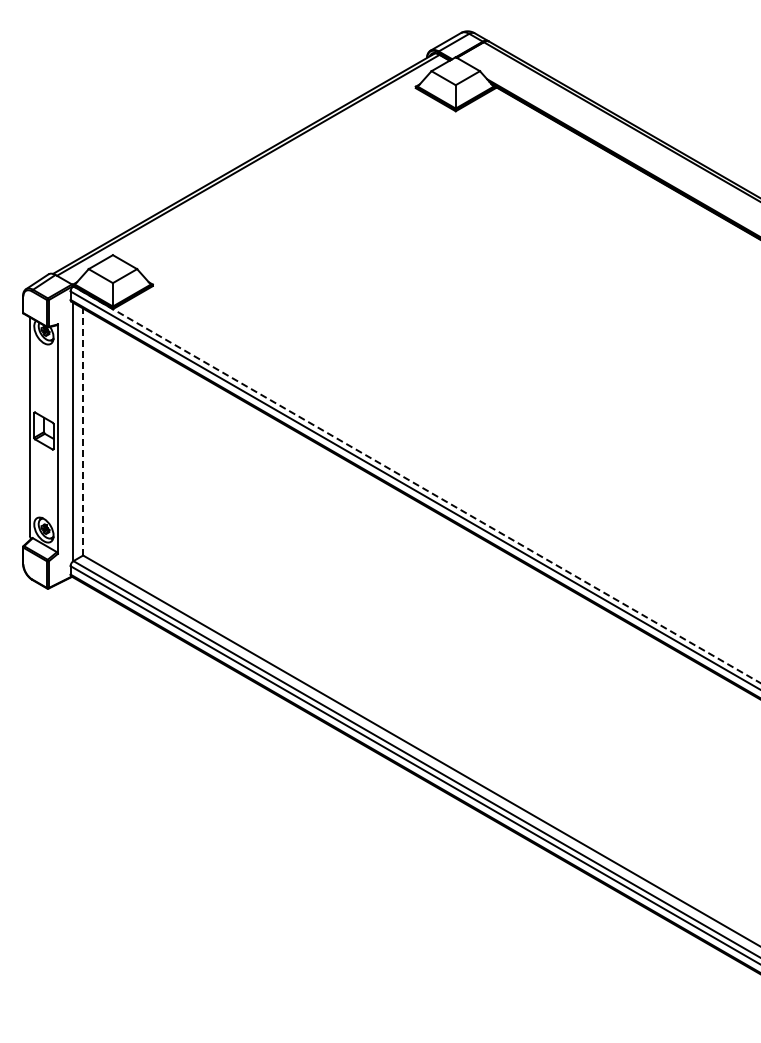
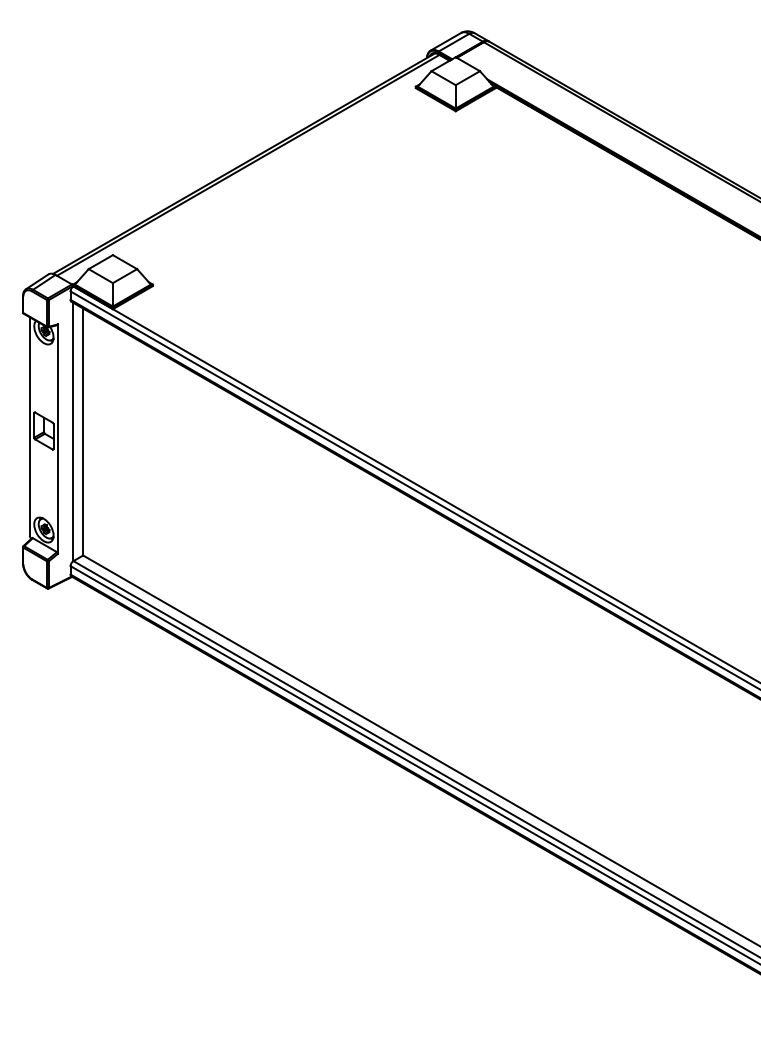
line at (82, 432): dashed -> solid
line at (416, 484): dashed -> solid
